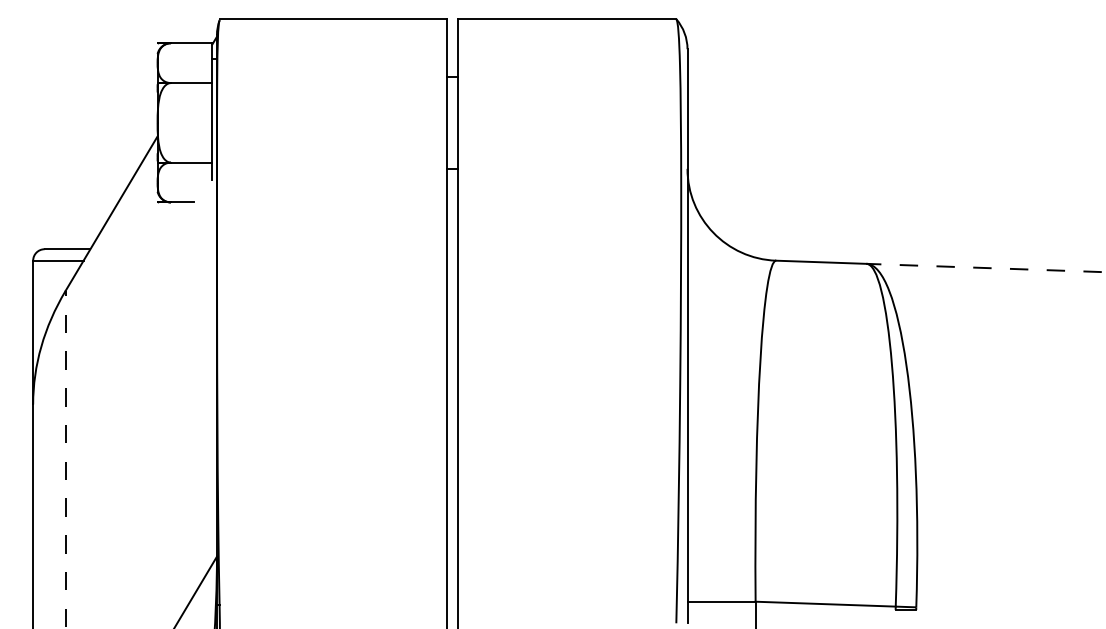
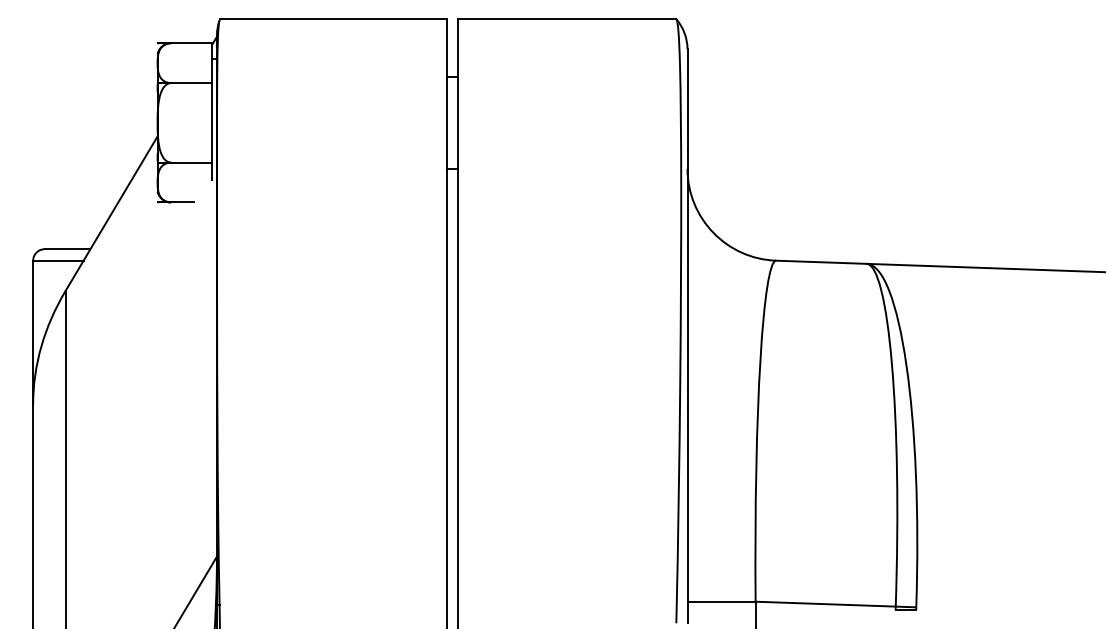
line at (985, 268): dashed -> solid
line at (65, 459): dashed -> solid
